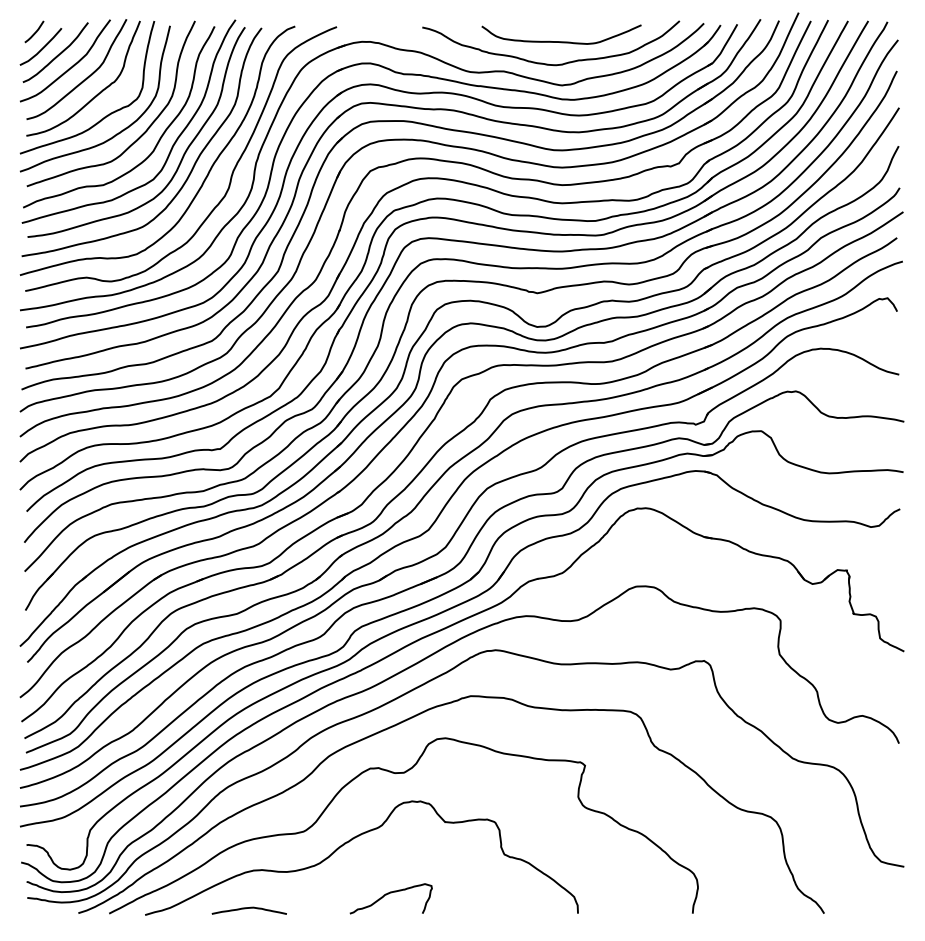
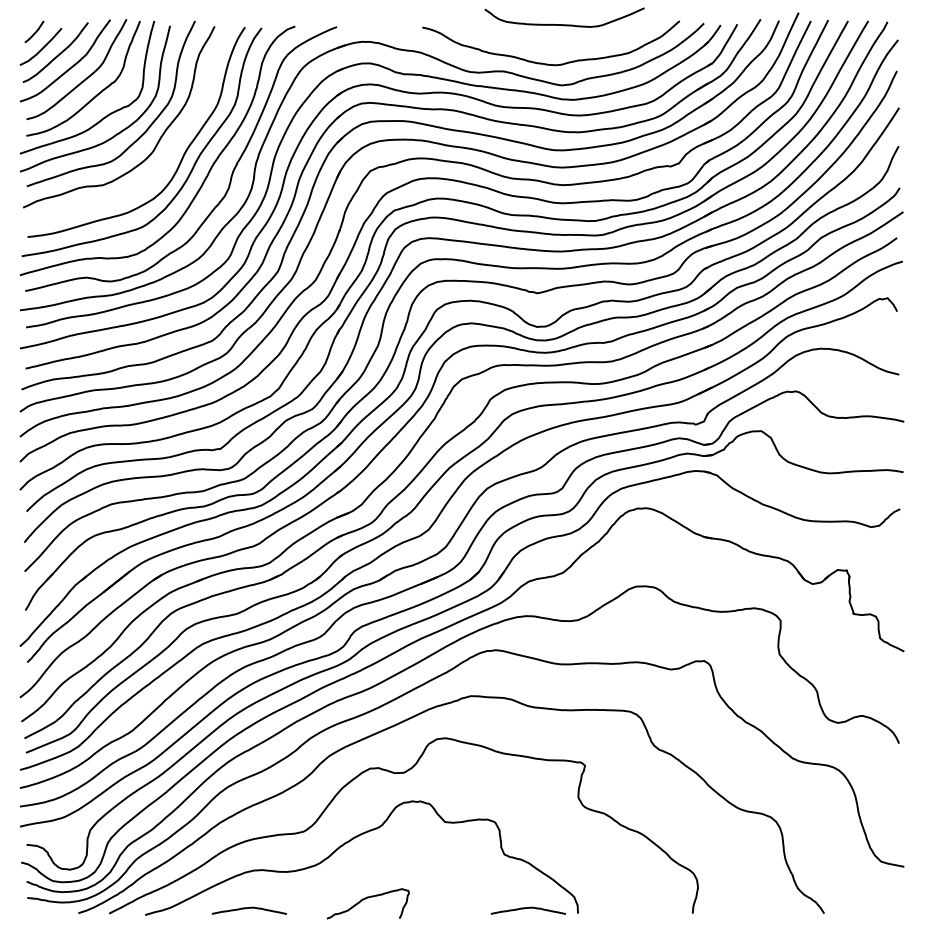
curve at (561, 41) position: (561, 41) -> (564, 24)
curve at (171, 146): present -> none
curve at (388, 894) position: (388, 894) -> (365, 899)
curve at (527, 908): none -> present
